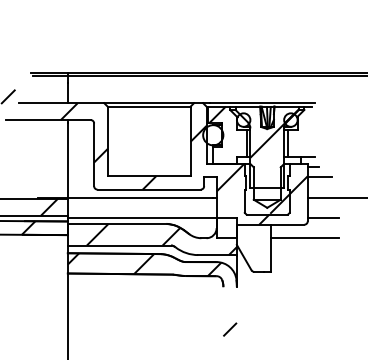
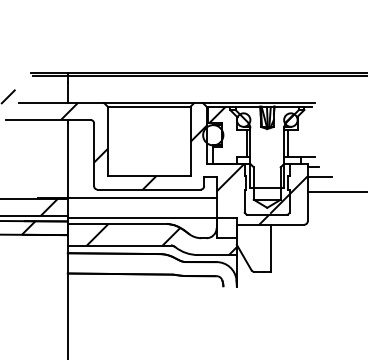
hatch at (274, 133): present -> none
line at (335, 197) position: (335, 197) -> (335, 191)
line at (322, 217): present -> none
line at (304, 238): present -> none
hatch at (151, 294): present -> none
